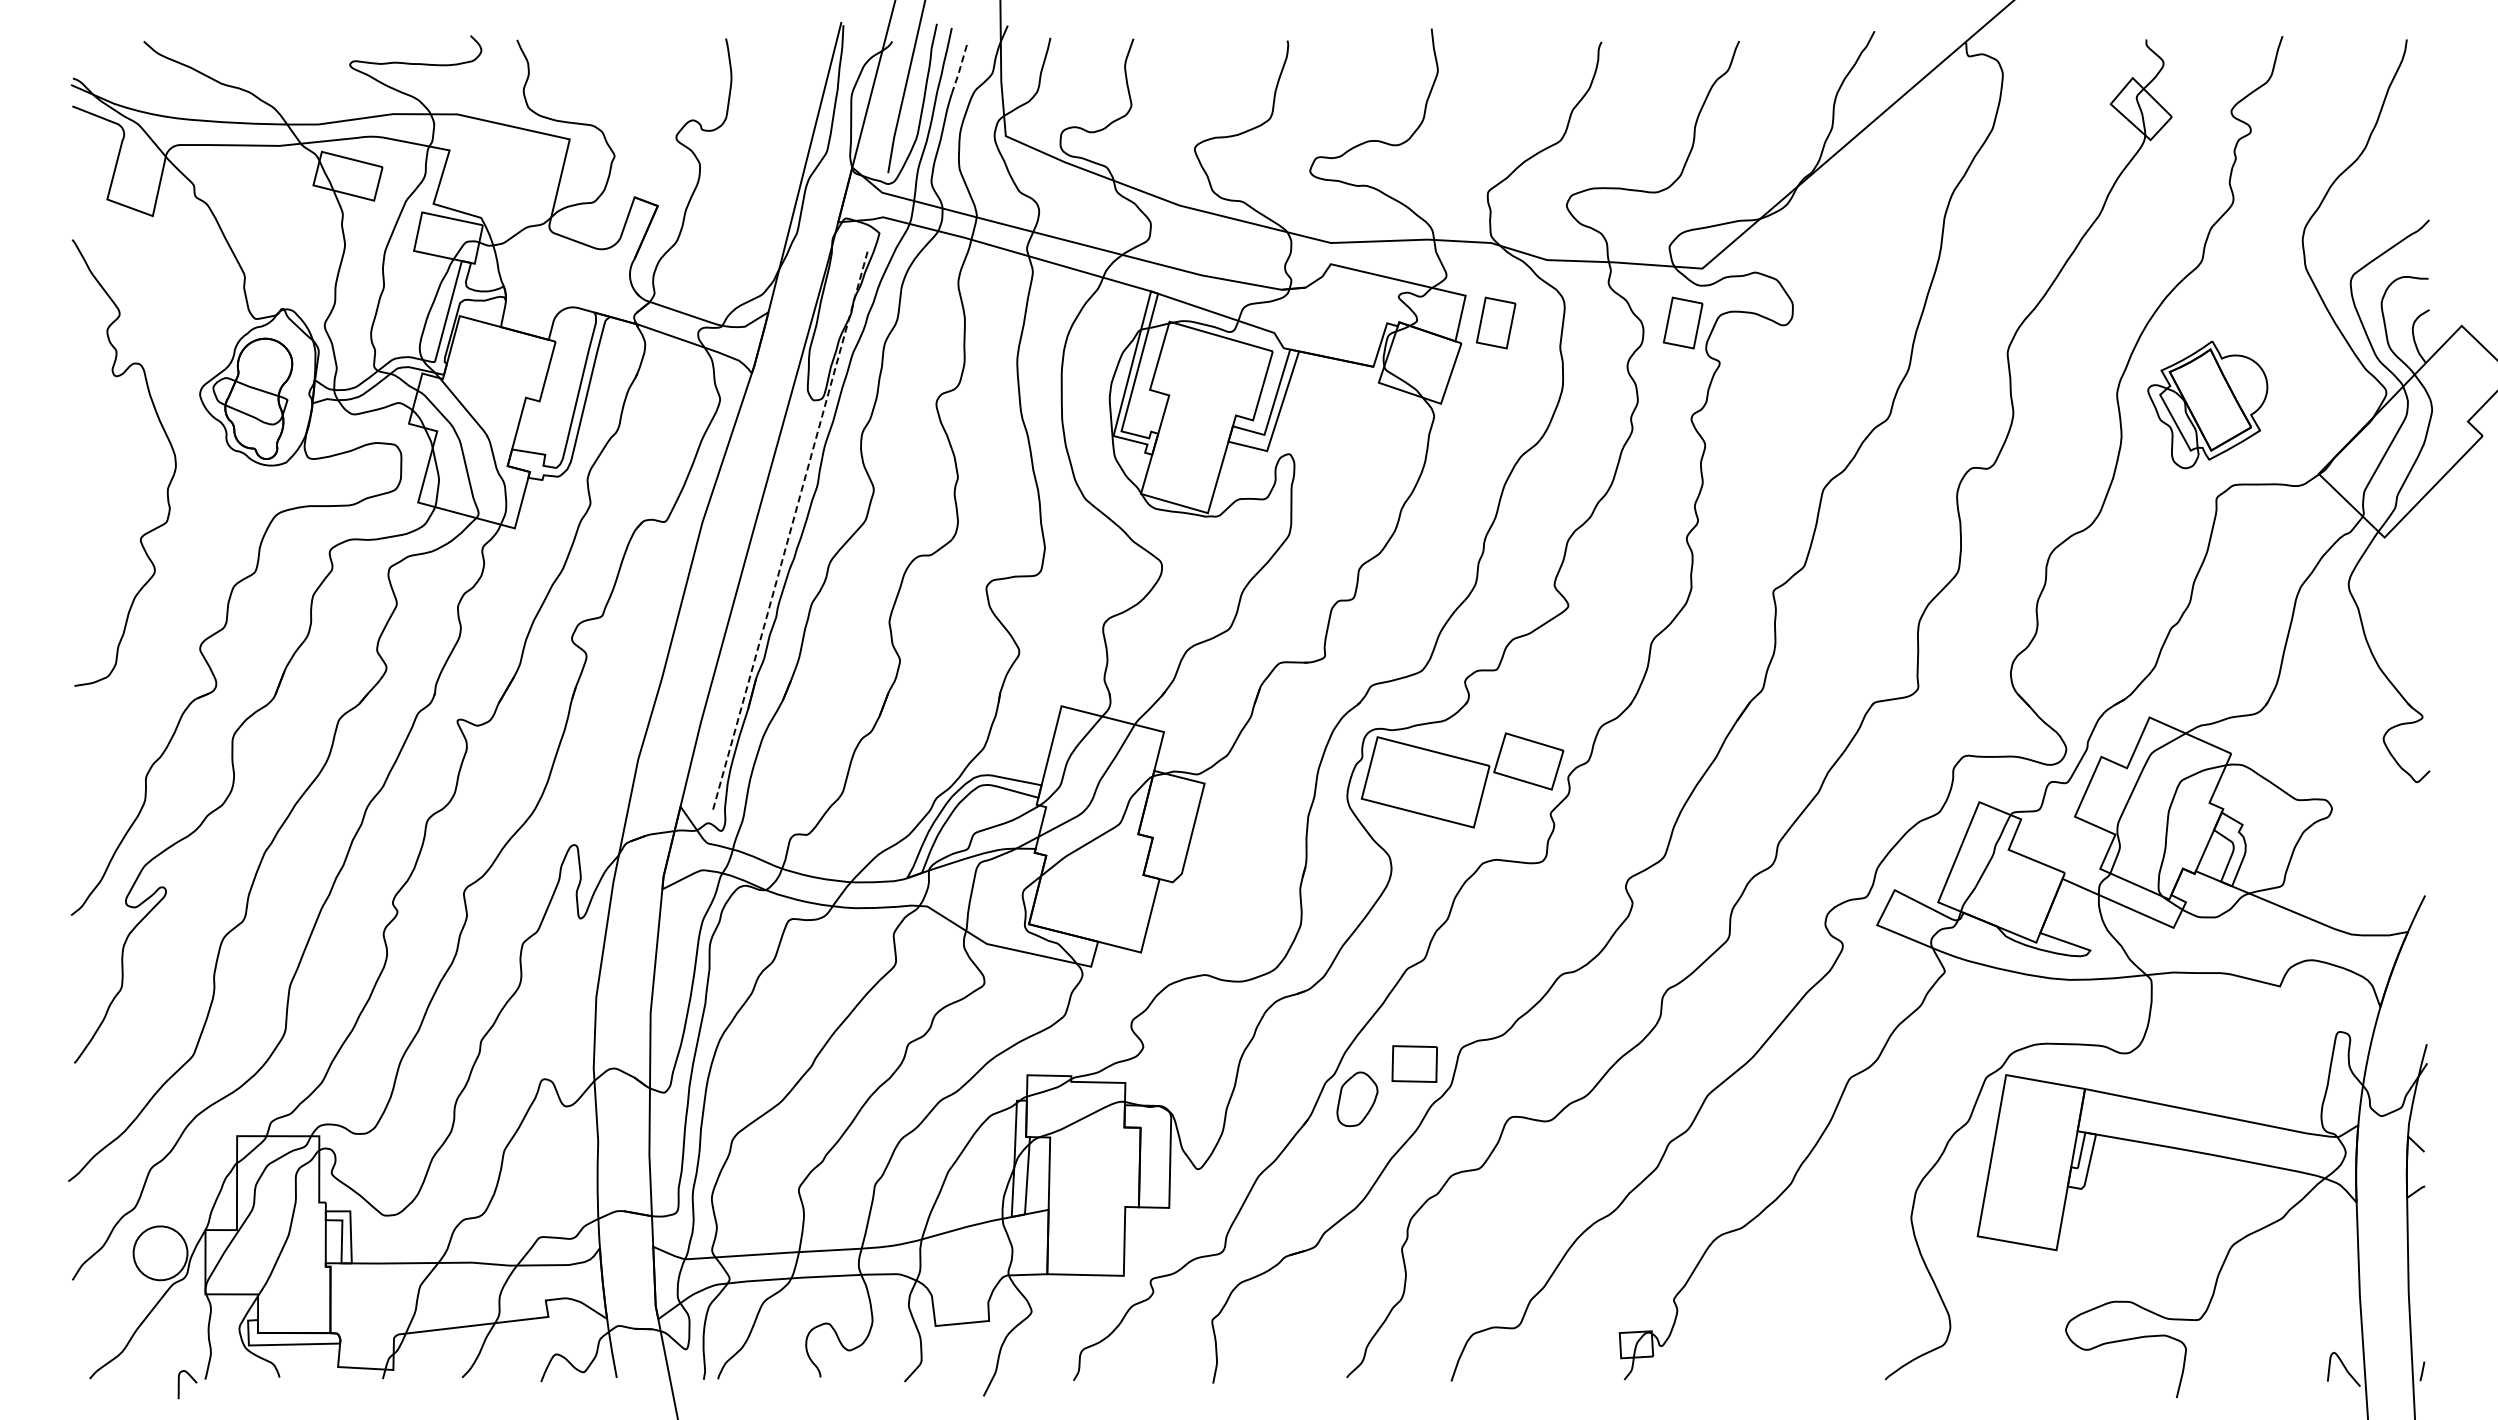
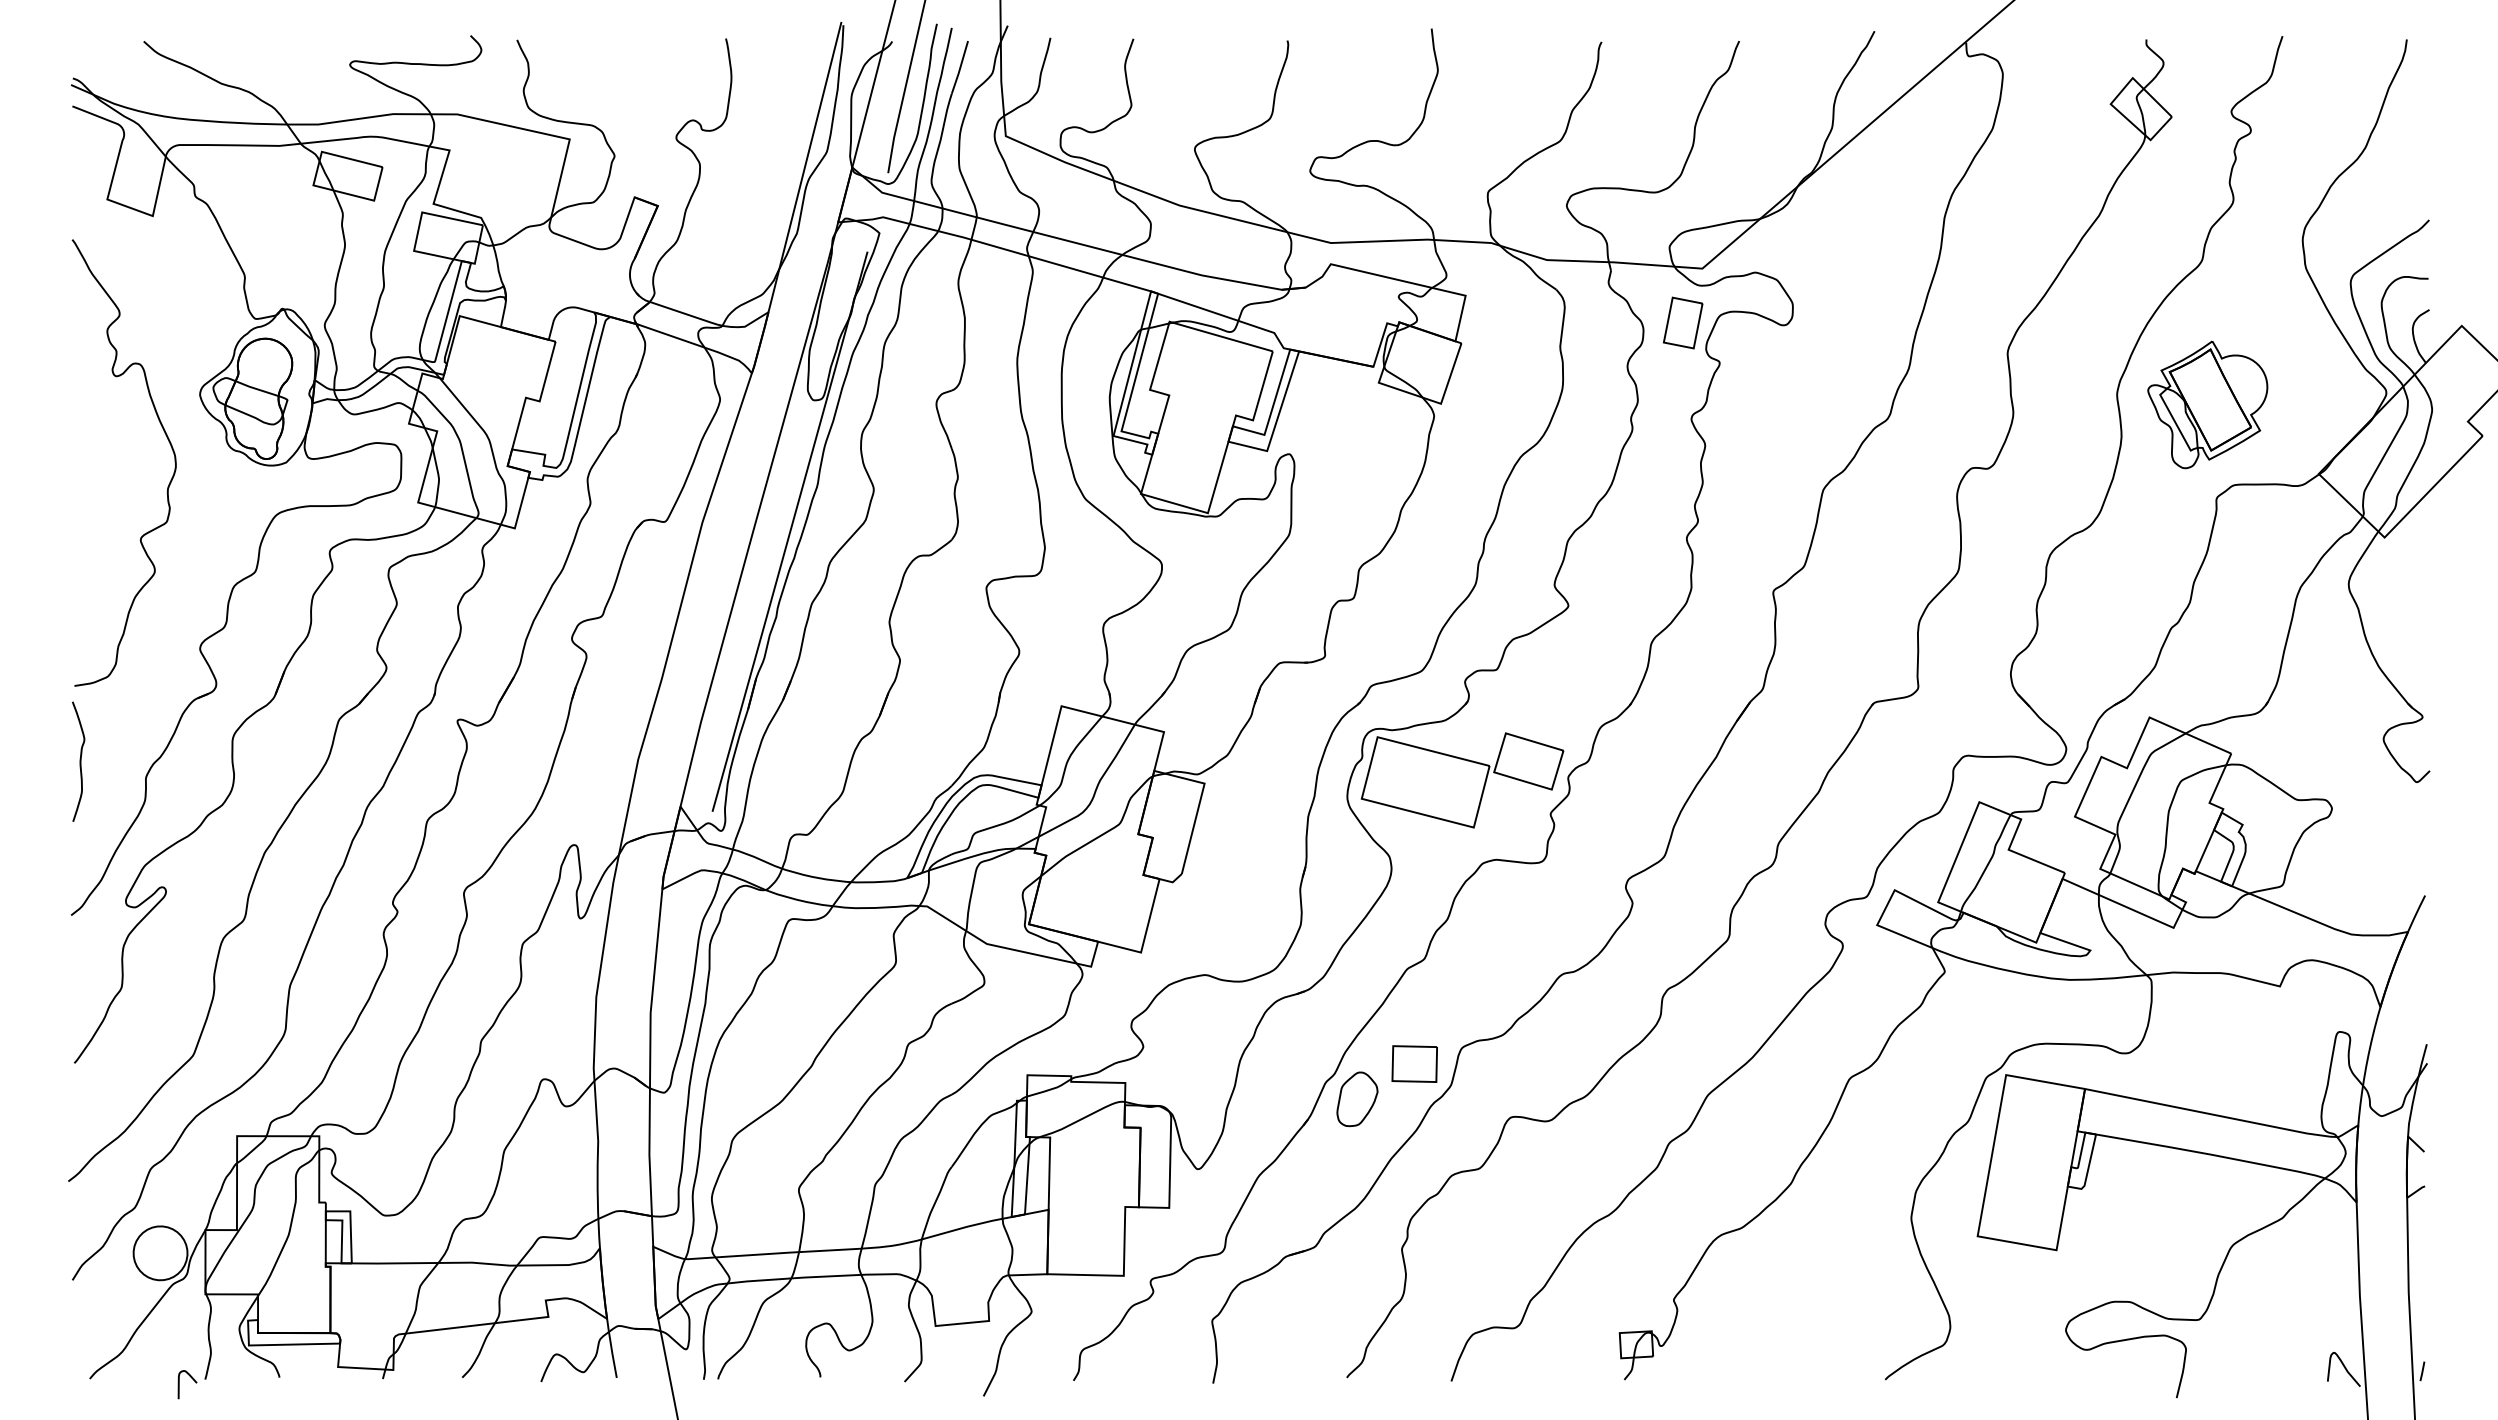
line at (960, 67): dashed -> solid
part at (1496, 322): present -> none
line at (789, 532): dashed -> solid
curve at (79, 761): none -> present
